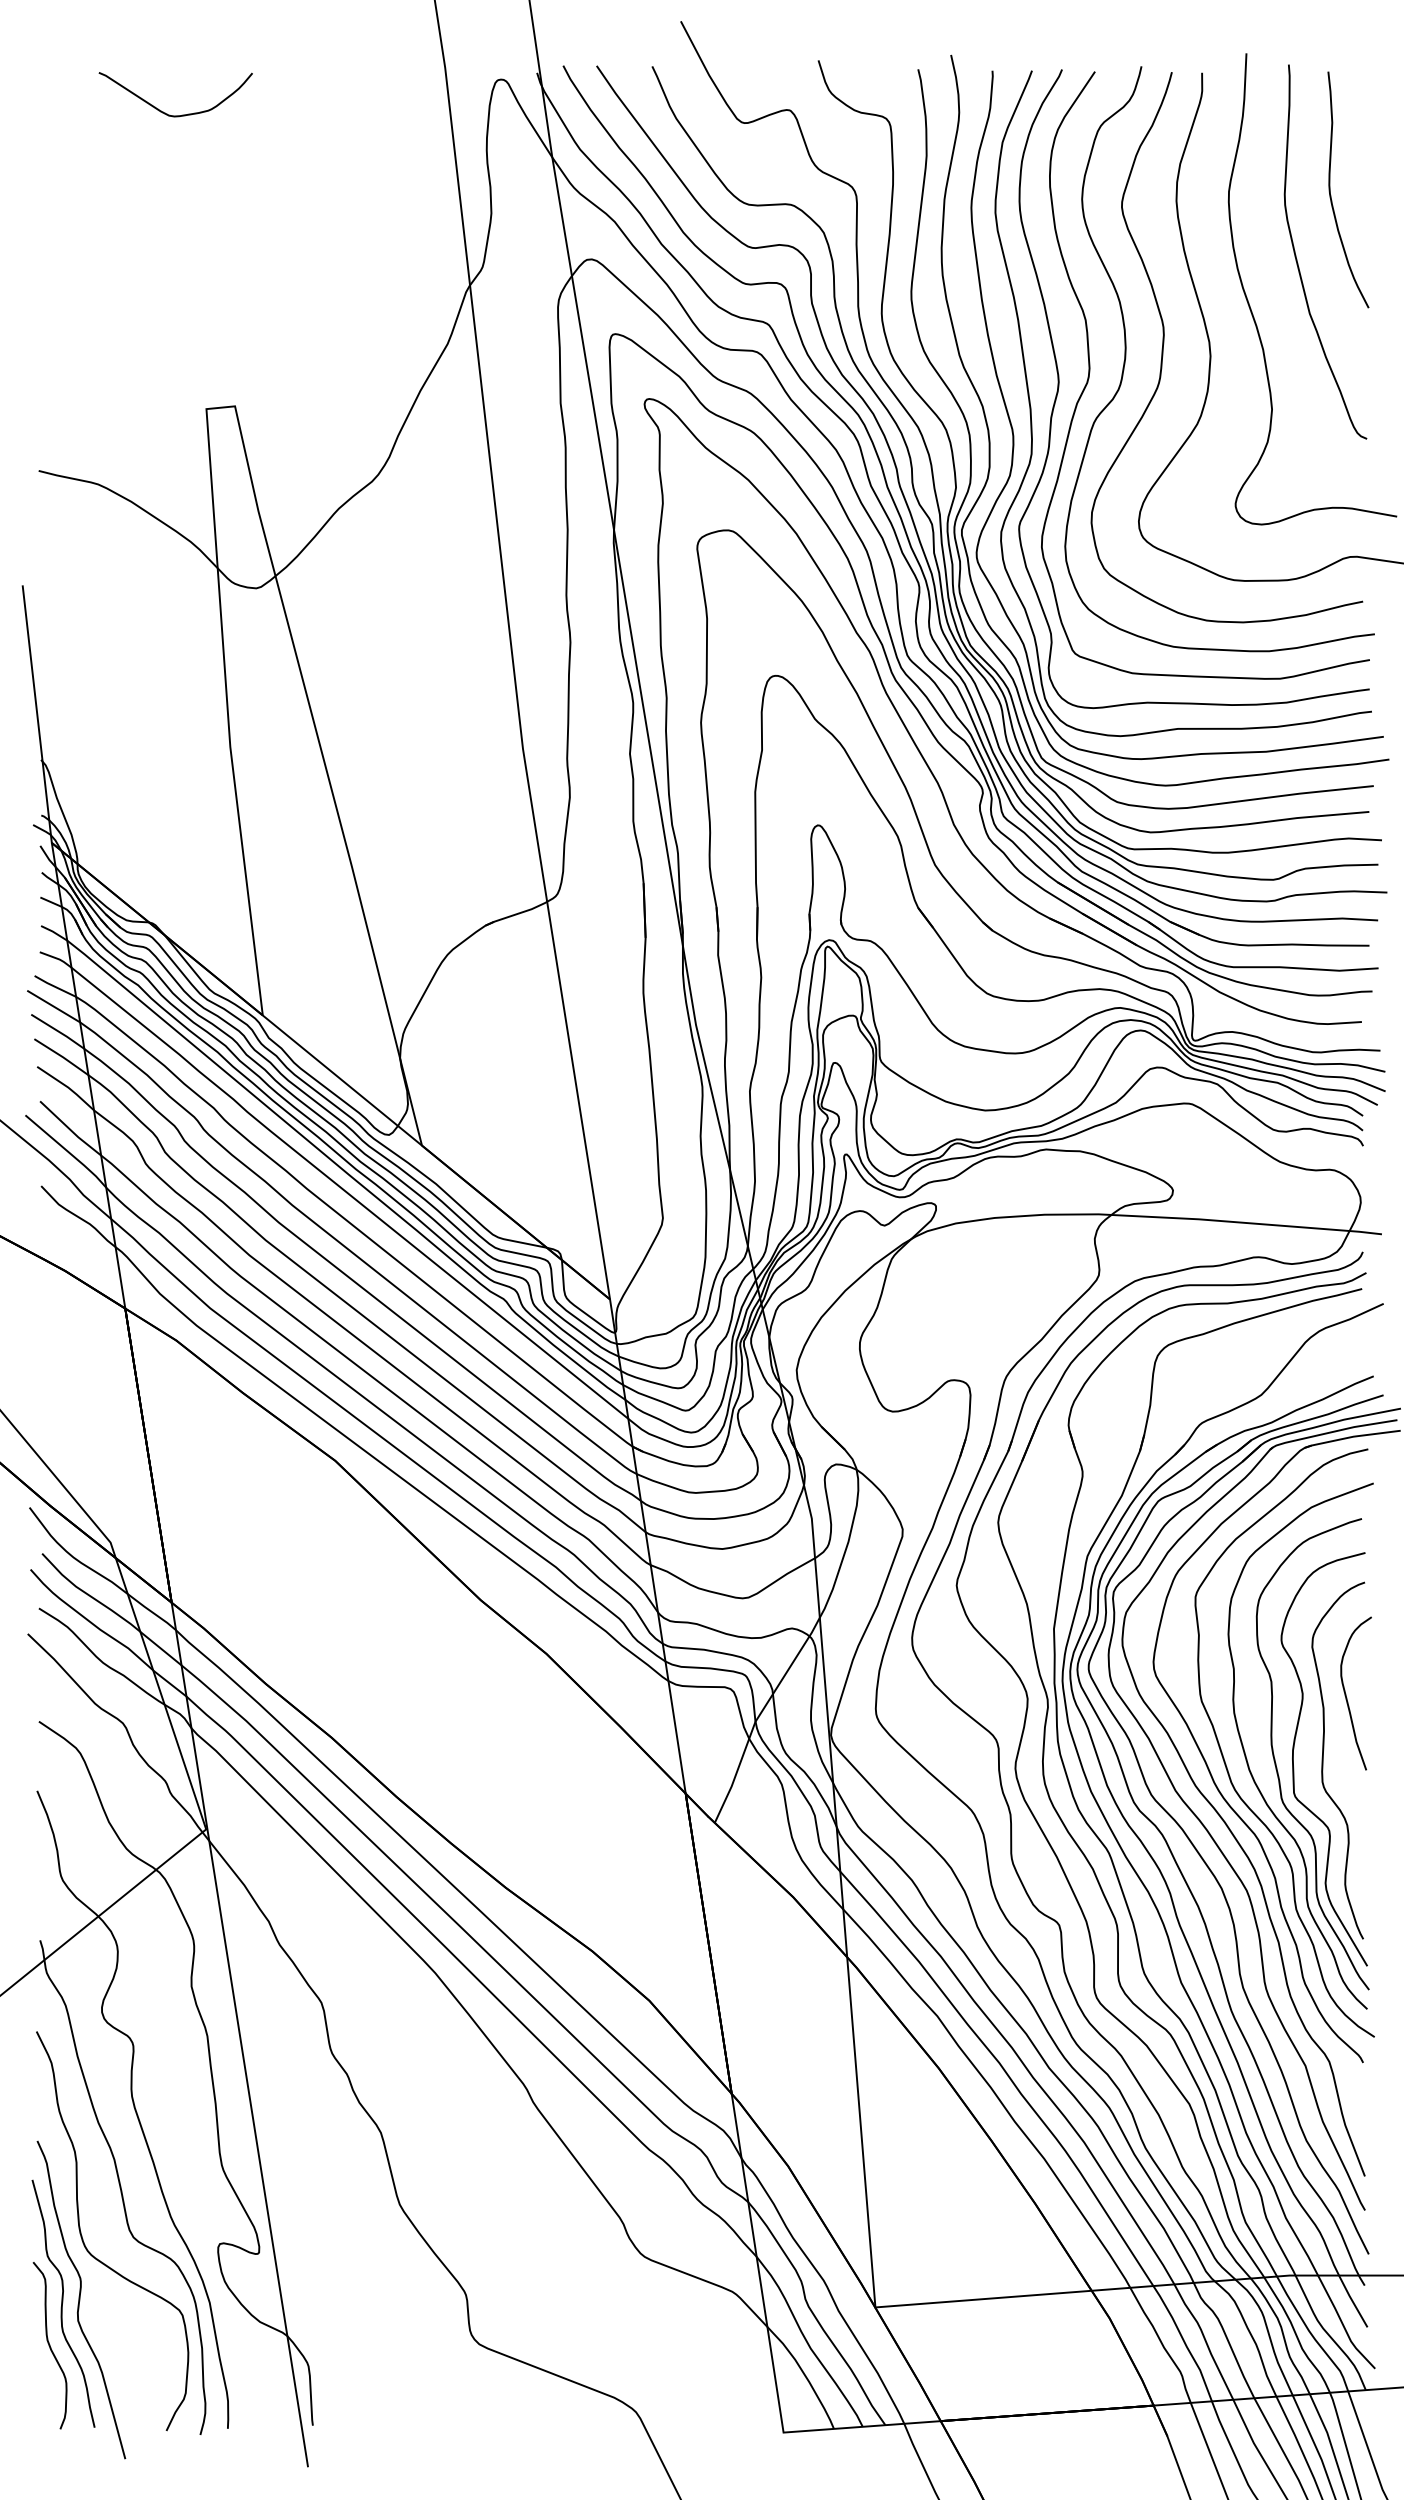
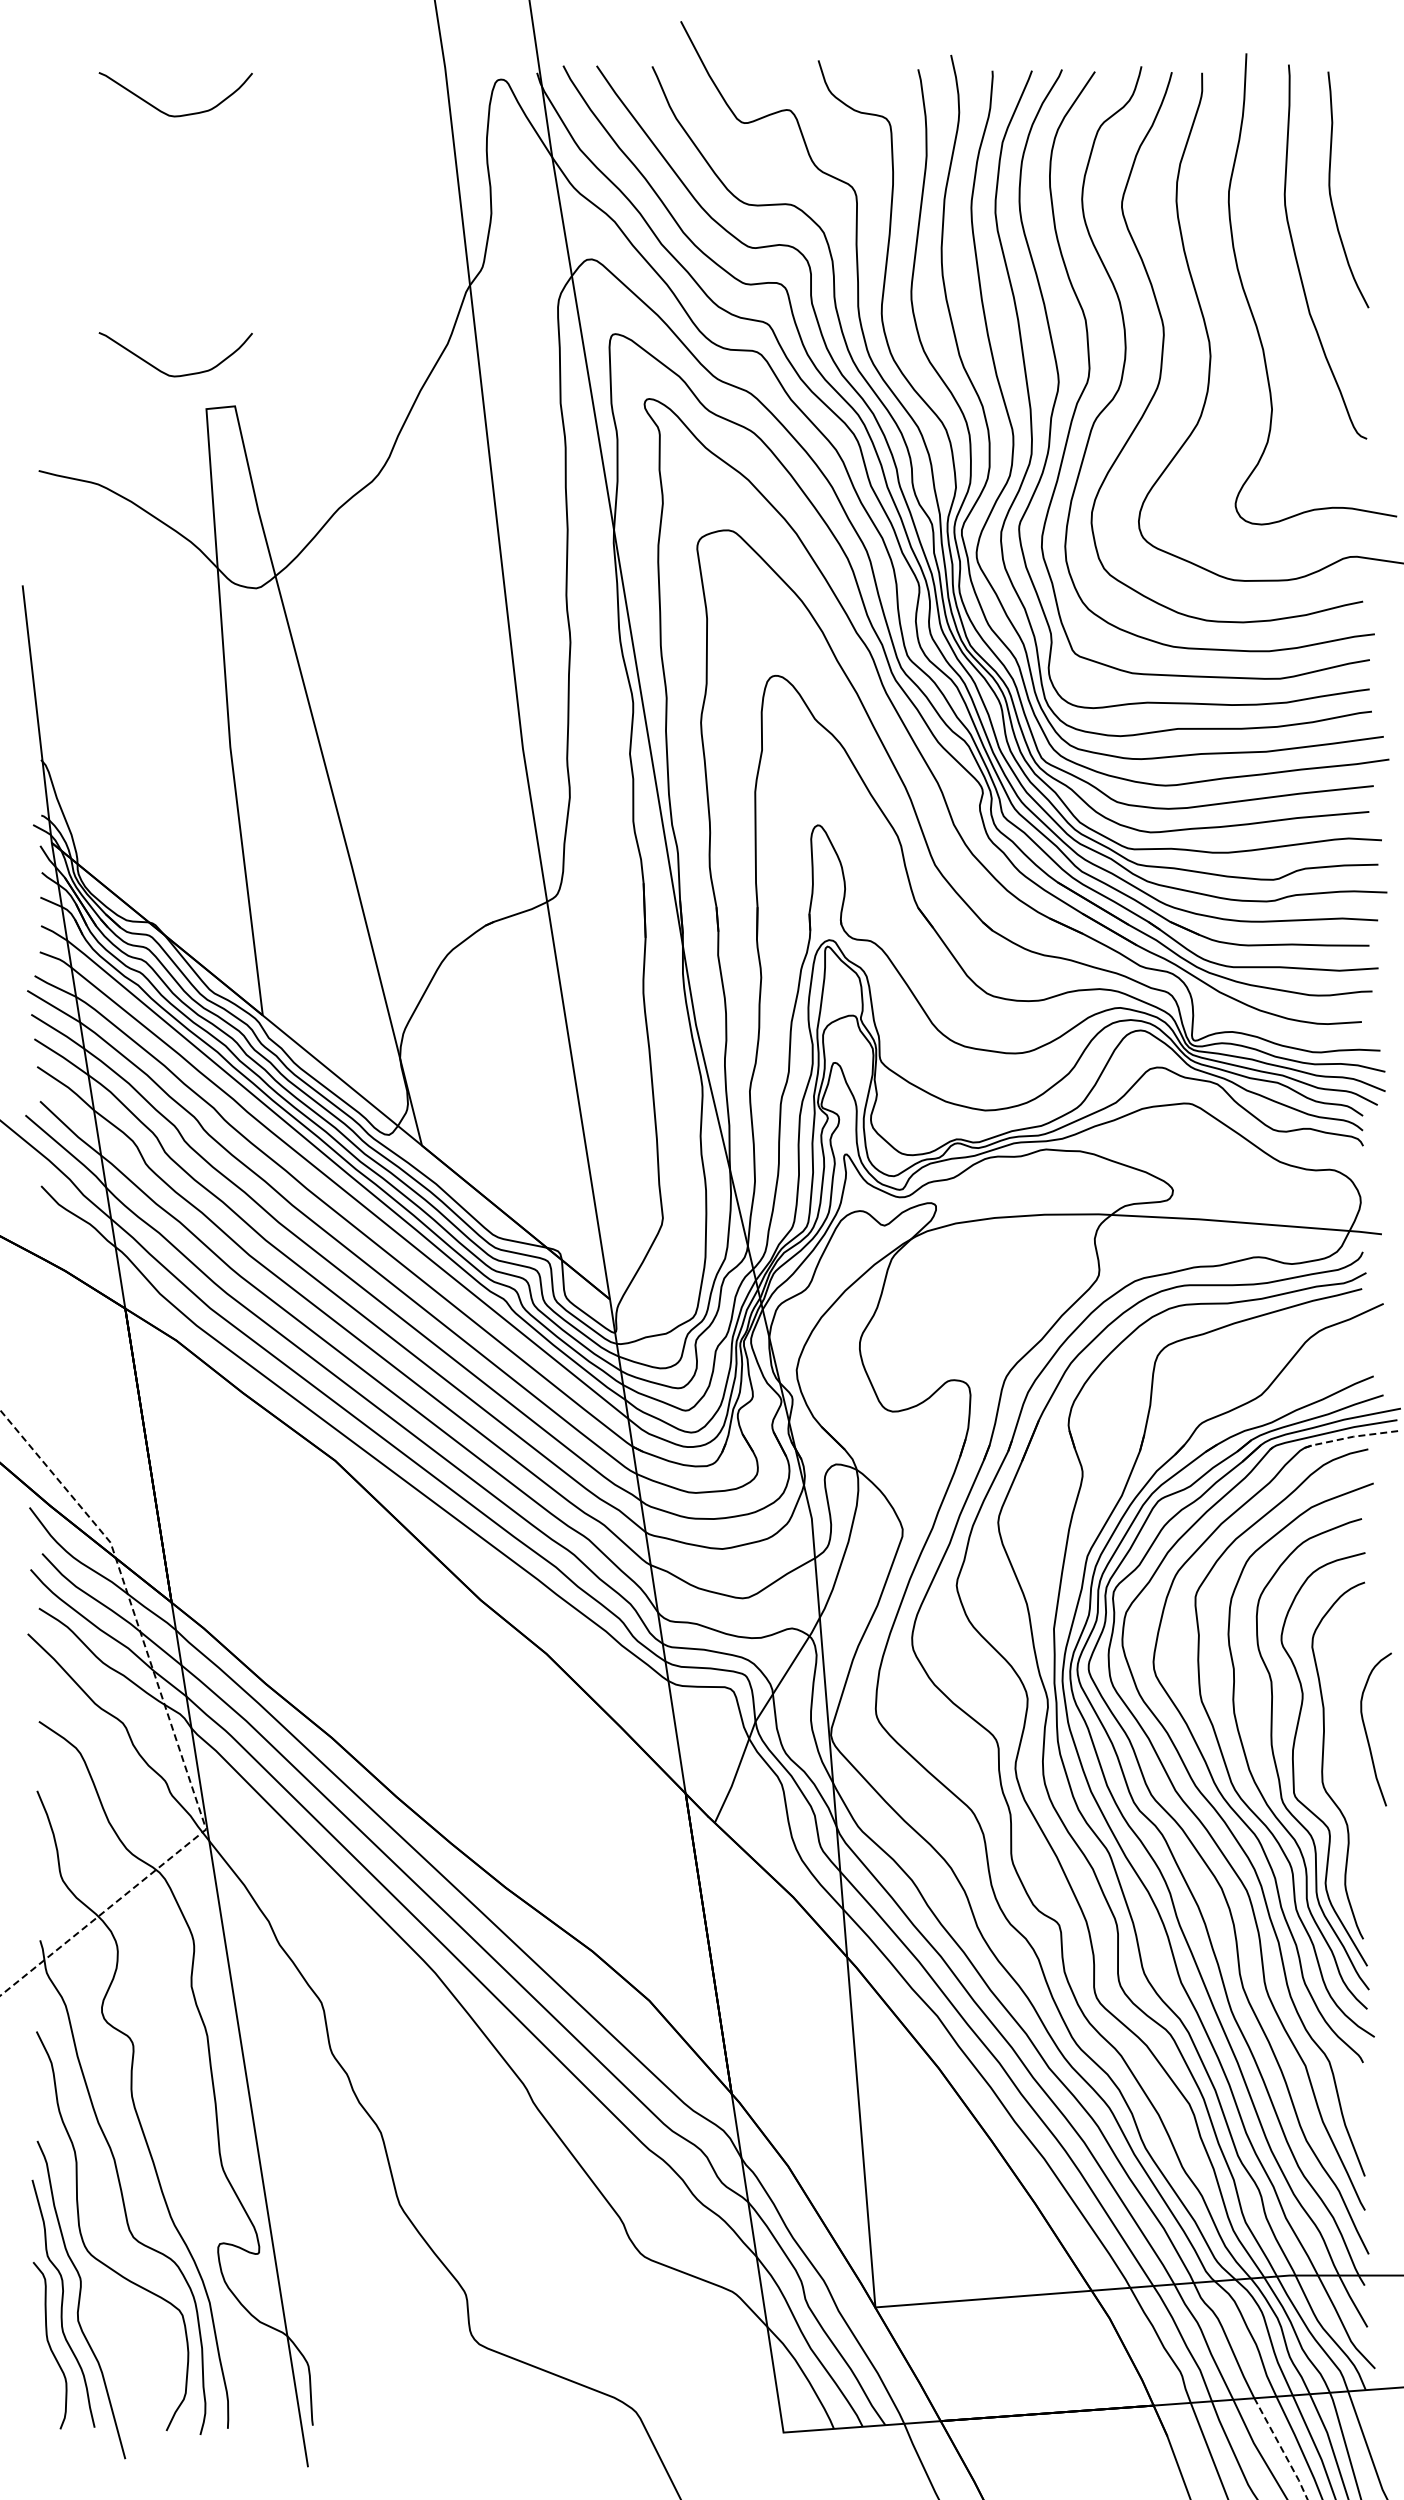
curve at (165, 372): none -> present
line at (1352, 1436): solid -> dashed
curve at (1347, 1697) position: (1347, 1697) -> (1367, 1733)
line at (173, 1730): solid -> dashed
line at (1281, 2448): solid -> dashed
